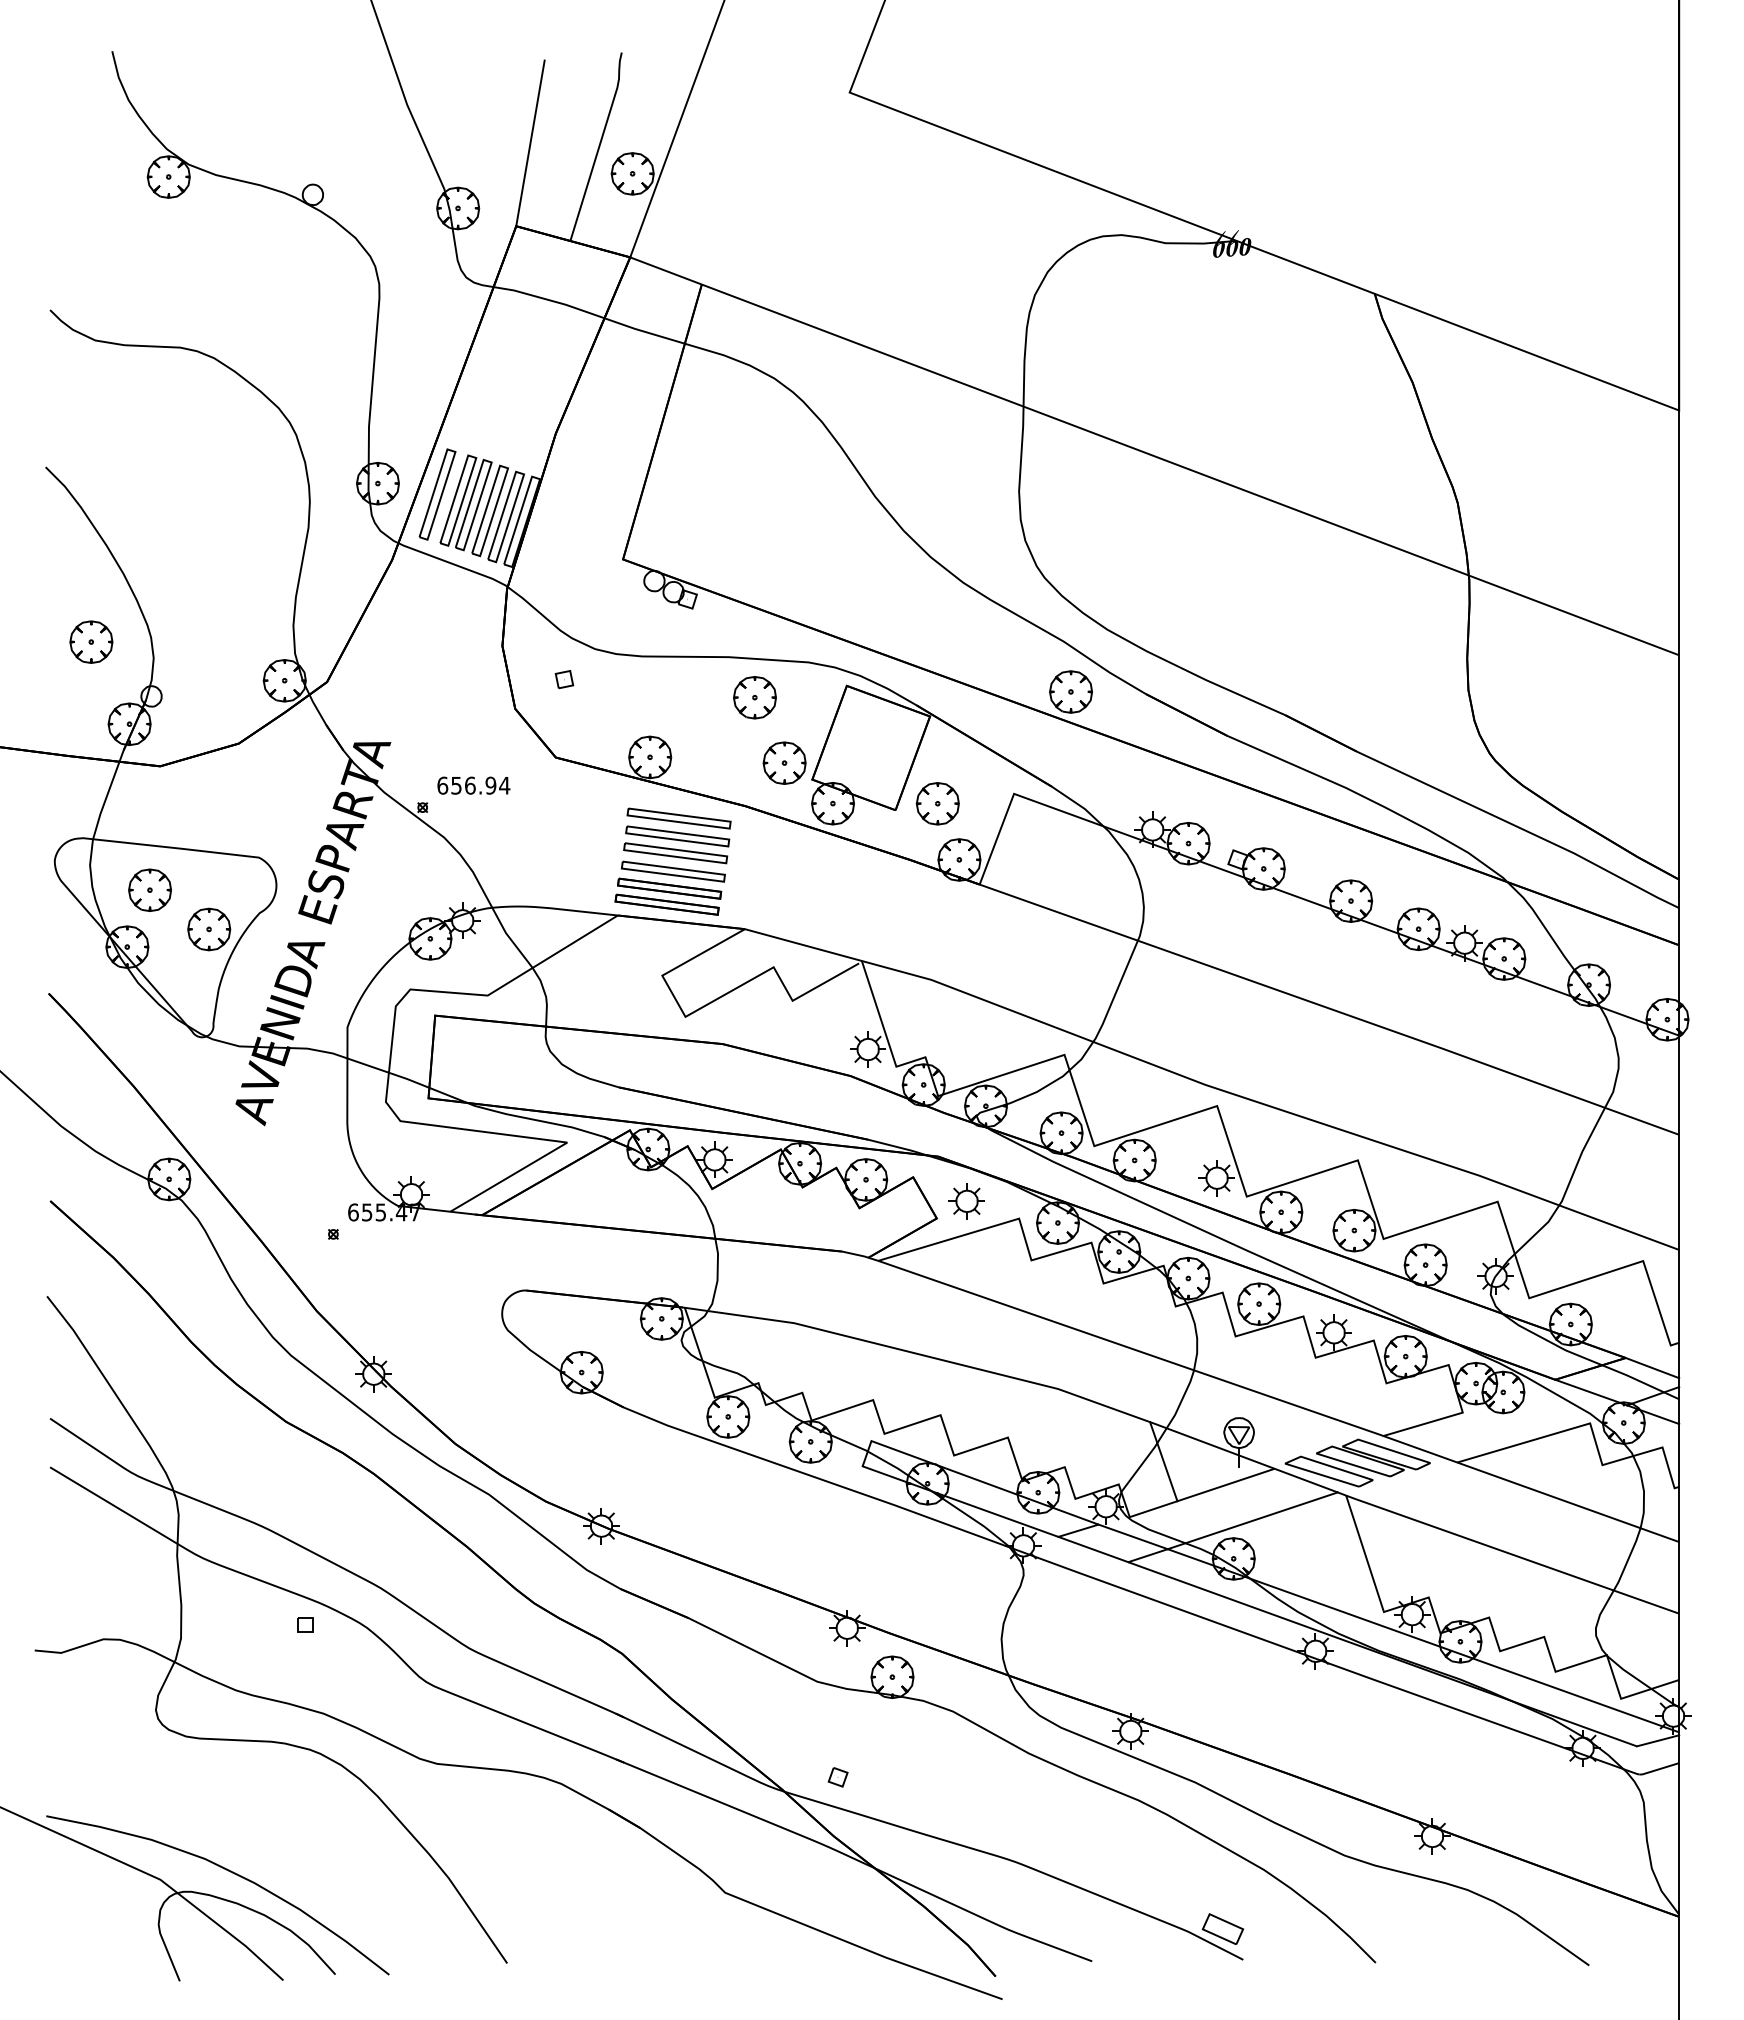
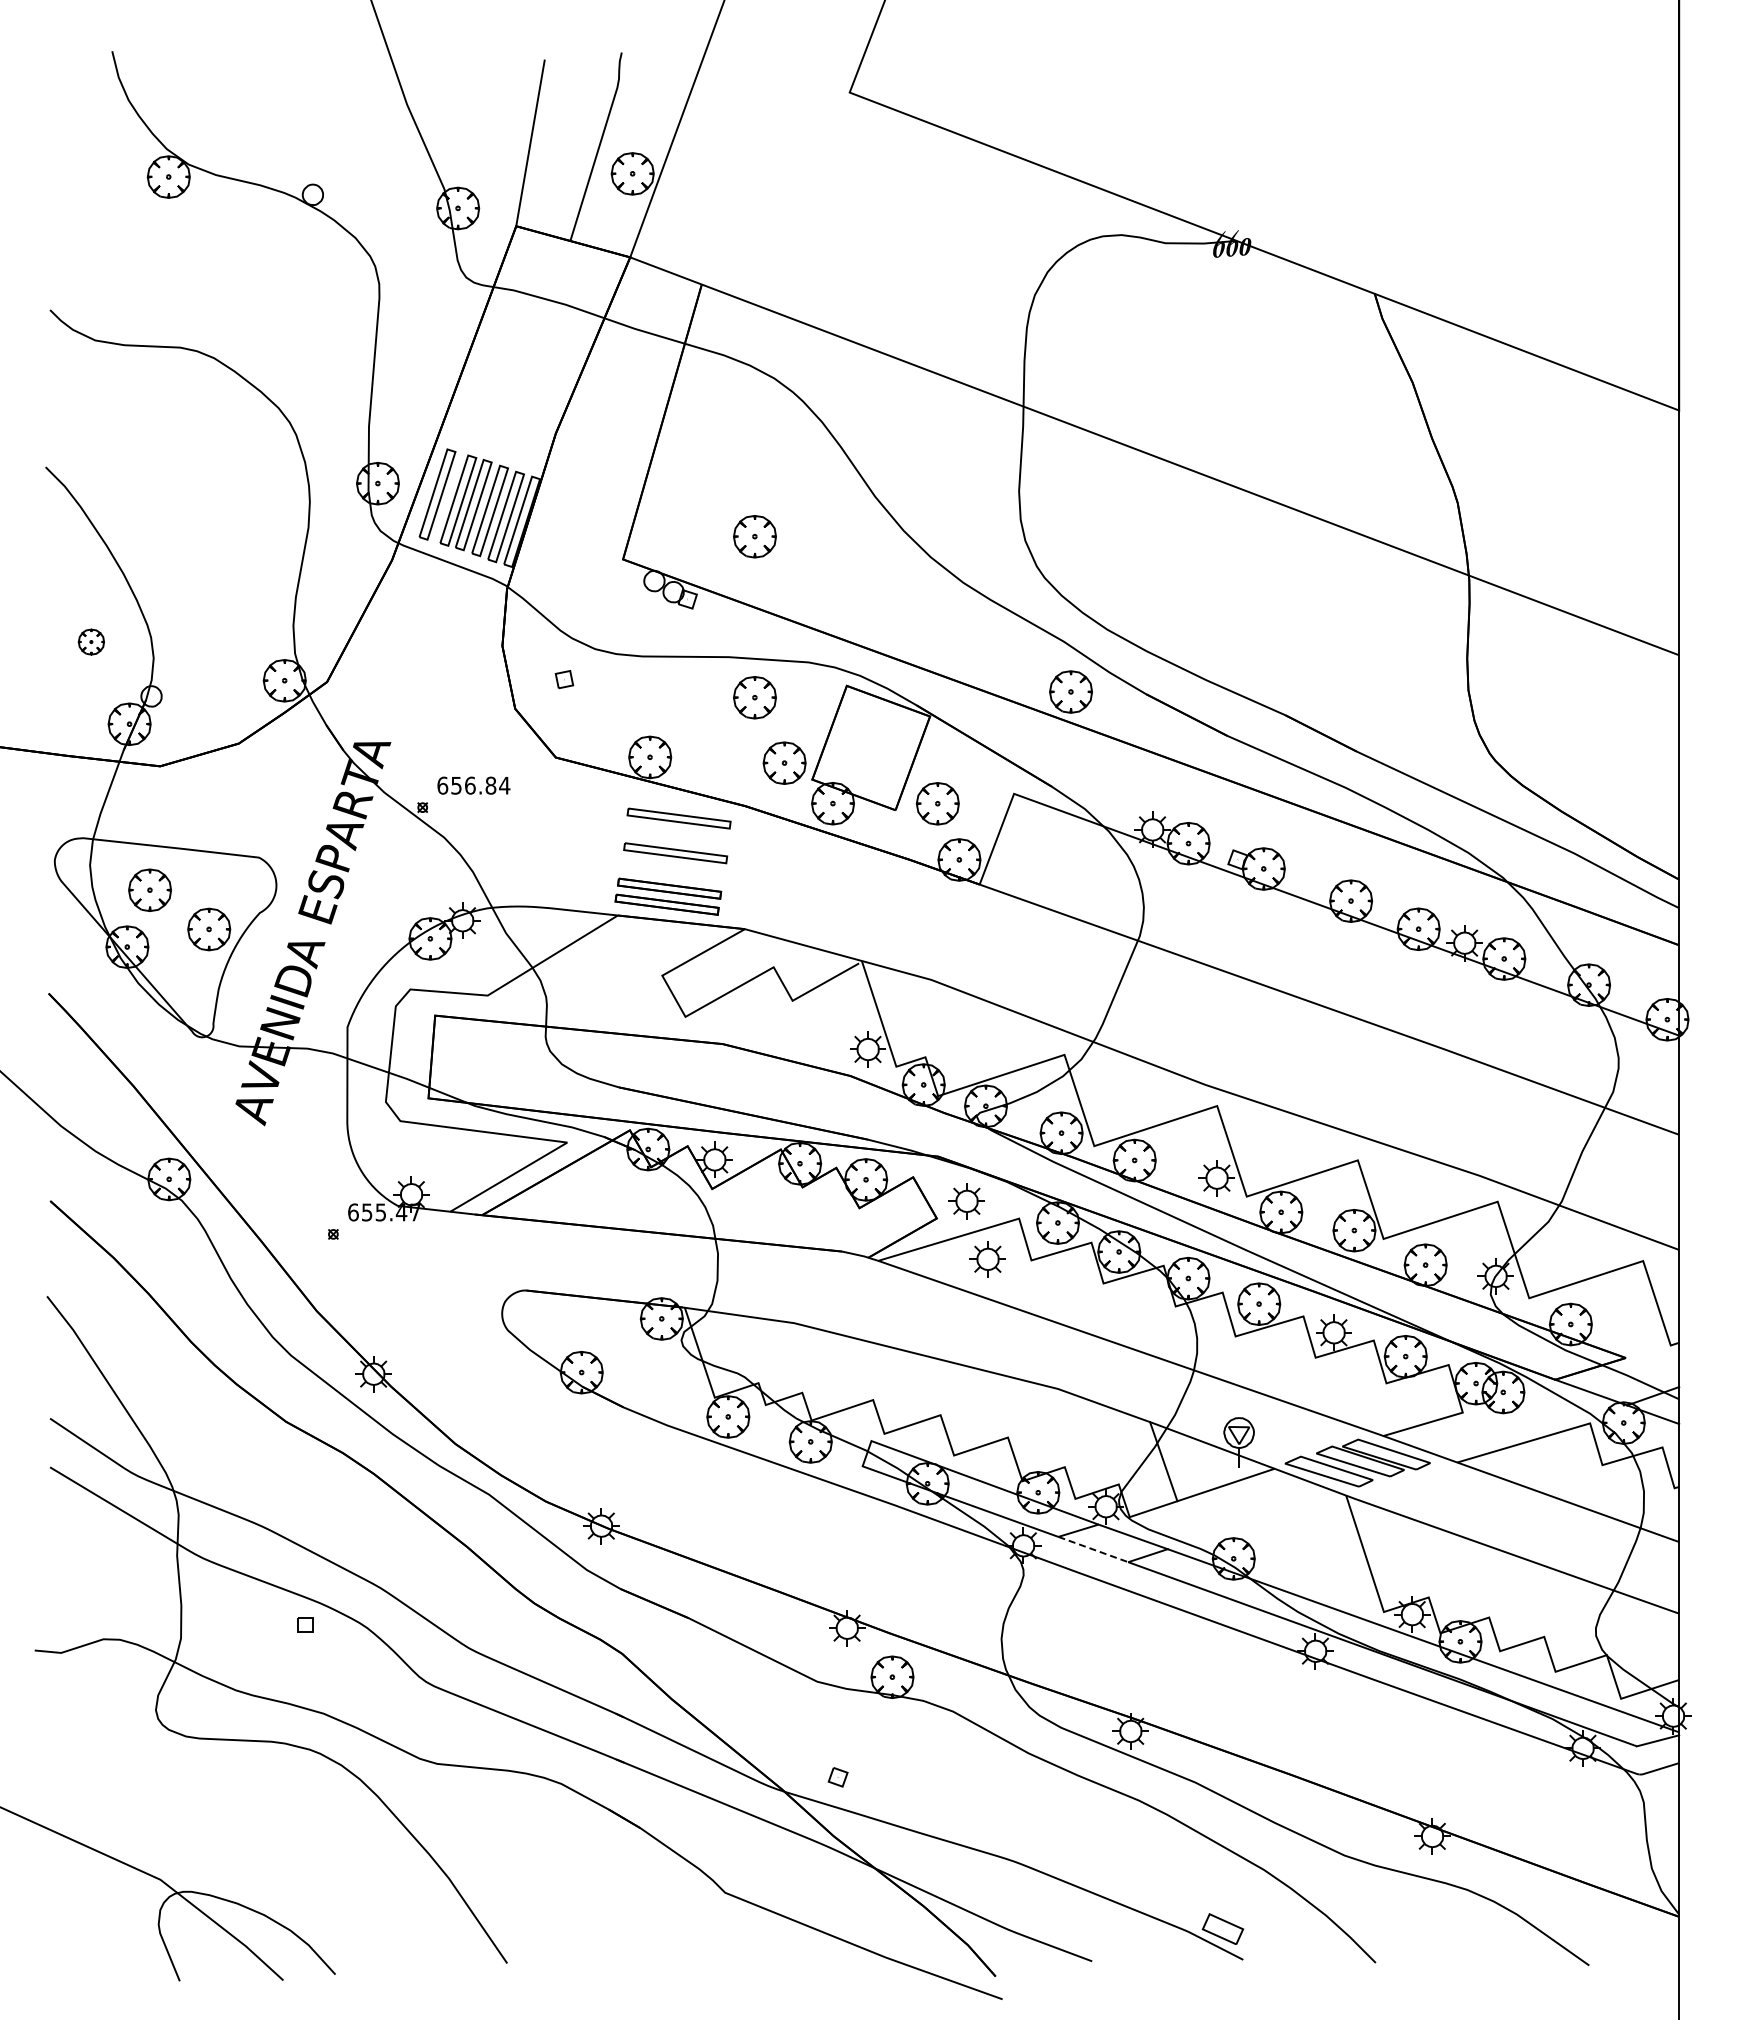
part at (754, 536): none -> present
part at (91, 641) size: 45x44 px -> 28x28 px
text at (490, 785): 656.94 -> 656.84
part at (677, 836): present -> none
part at (673, 871): present -> none
part at (987, 1259): none -> present
line at (1652, 1368): present -> none
line at (1252, 1520): present -> none
line at (1093, 1549): solid -> dashed
curve at (228, 1871): present -> none
